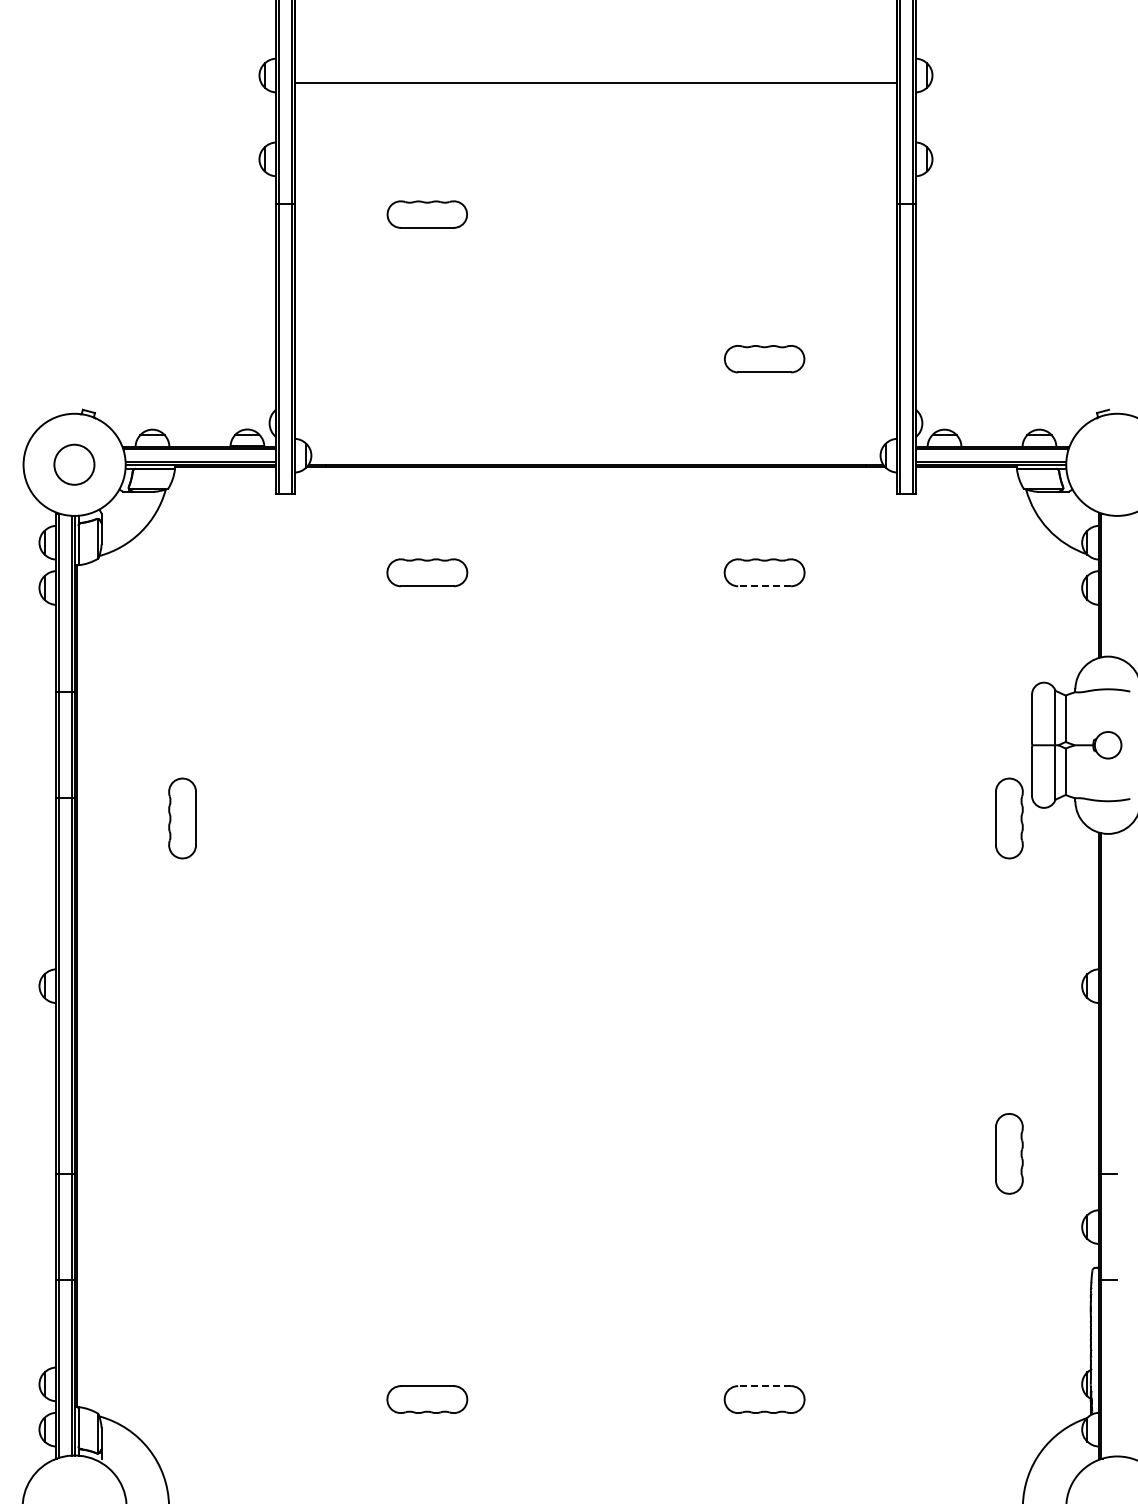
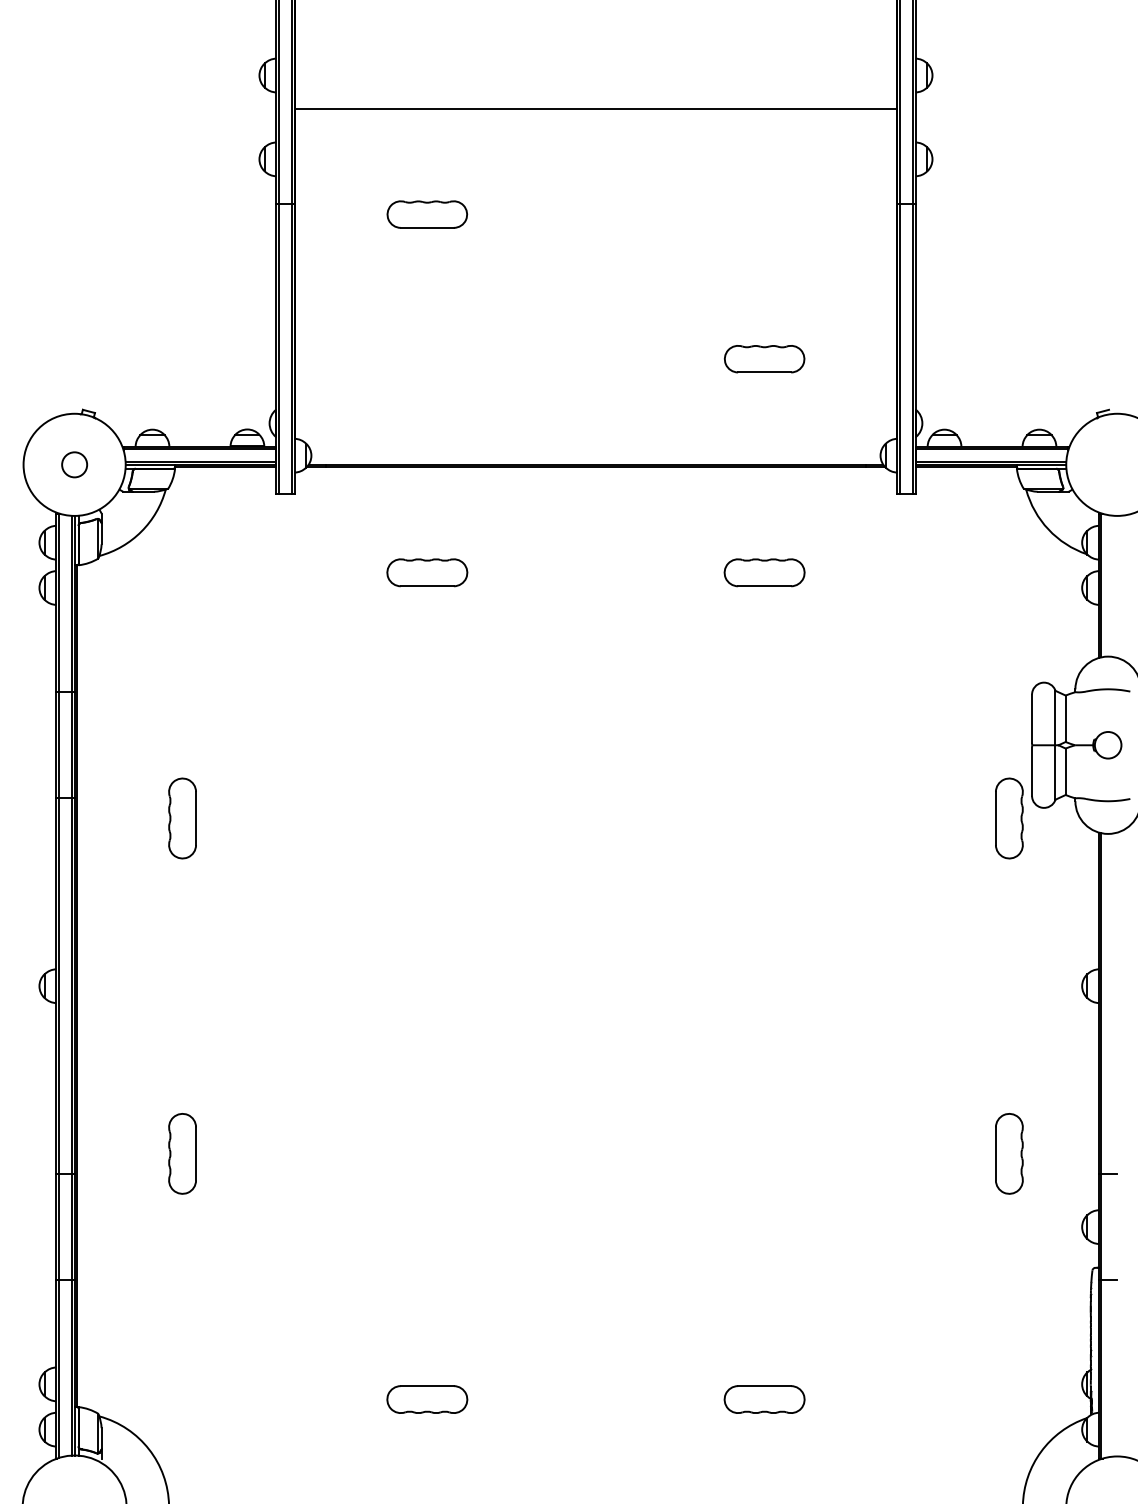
line at (595, 82) position: (595, 82) -> (595, 108)
circle at (74, 464) size: 43x43 px -> 28x28 px
line at (764, 586): dashed -> solid
part at (182, 1153): none -> present
line at (764, 1386): dashed -> solid
